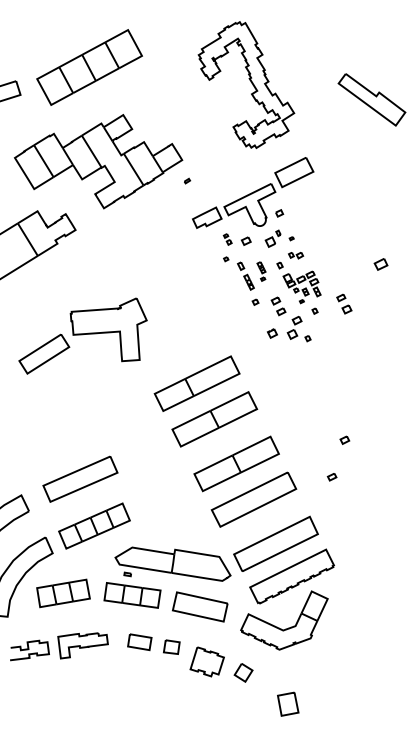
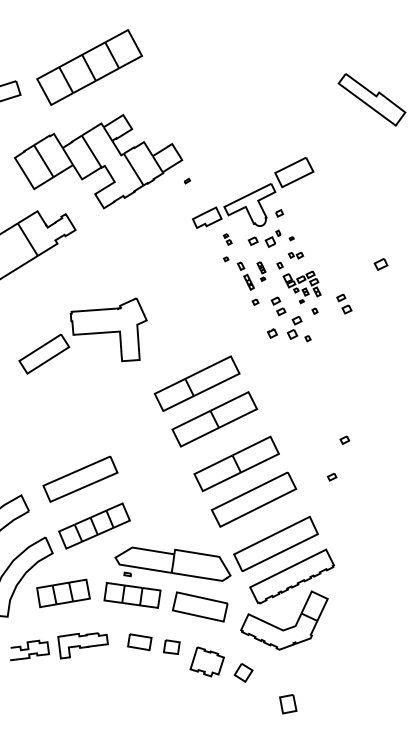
part at (246, 84): present -> none
part at (245, 240) position: (245, 240) -> (252, 240)
part at (288, 703) size: 23x26 px -> 19x21 px
